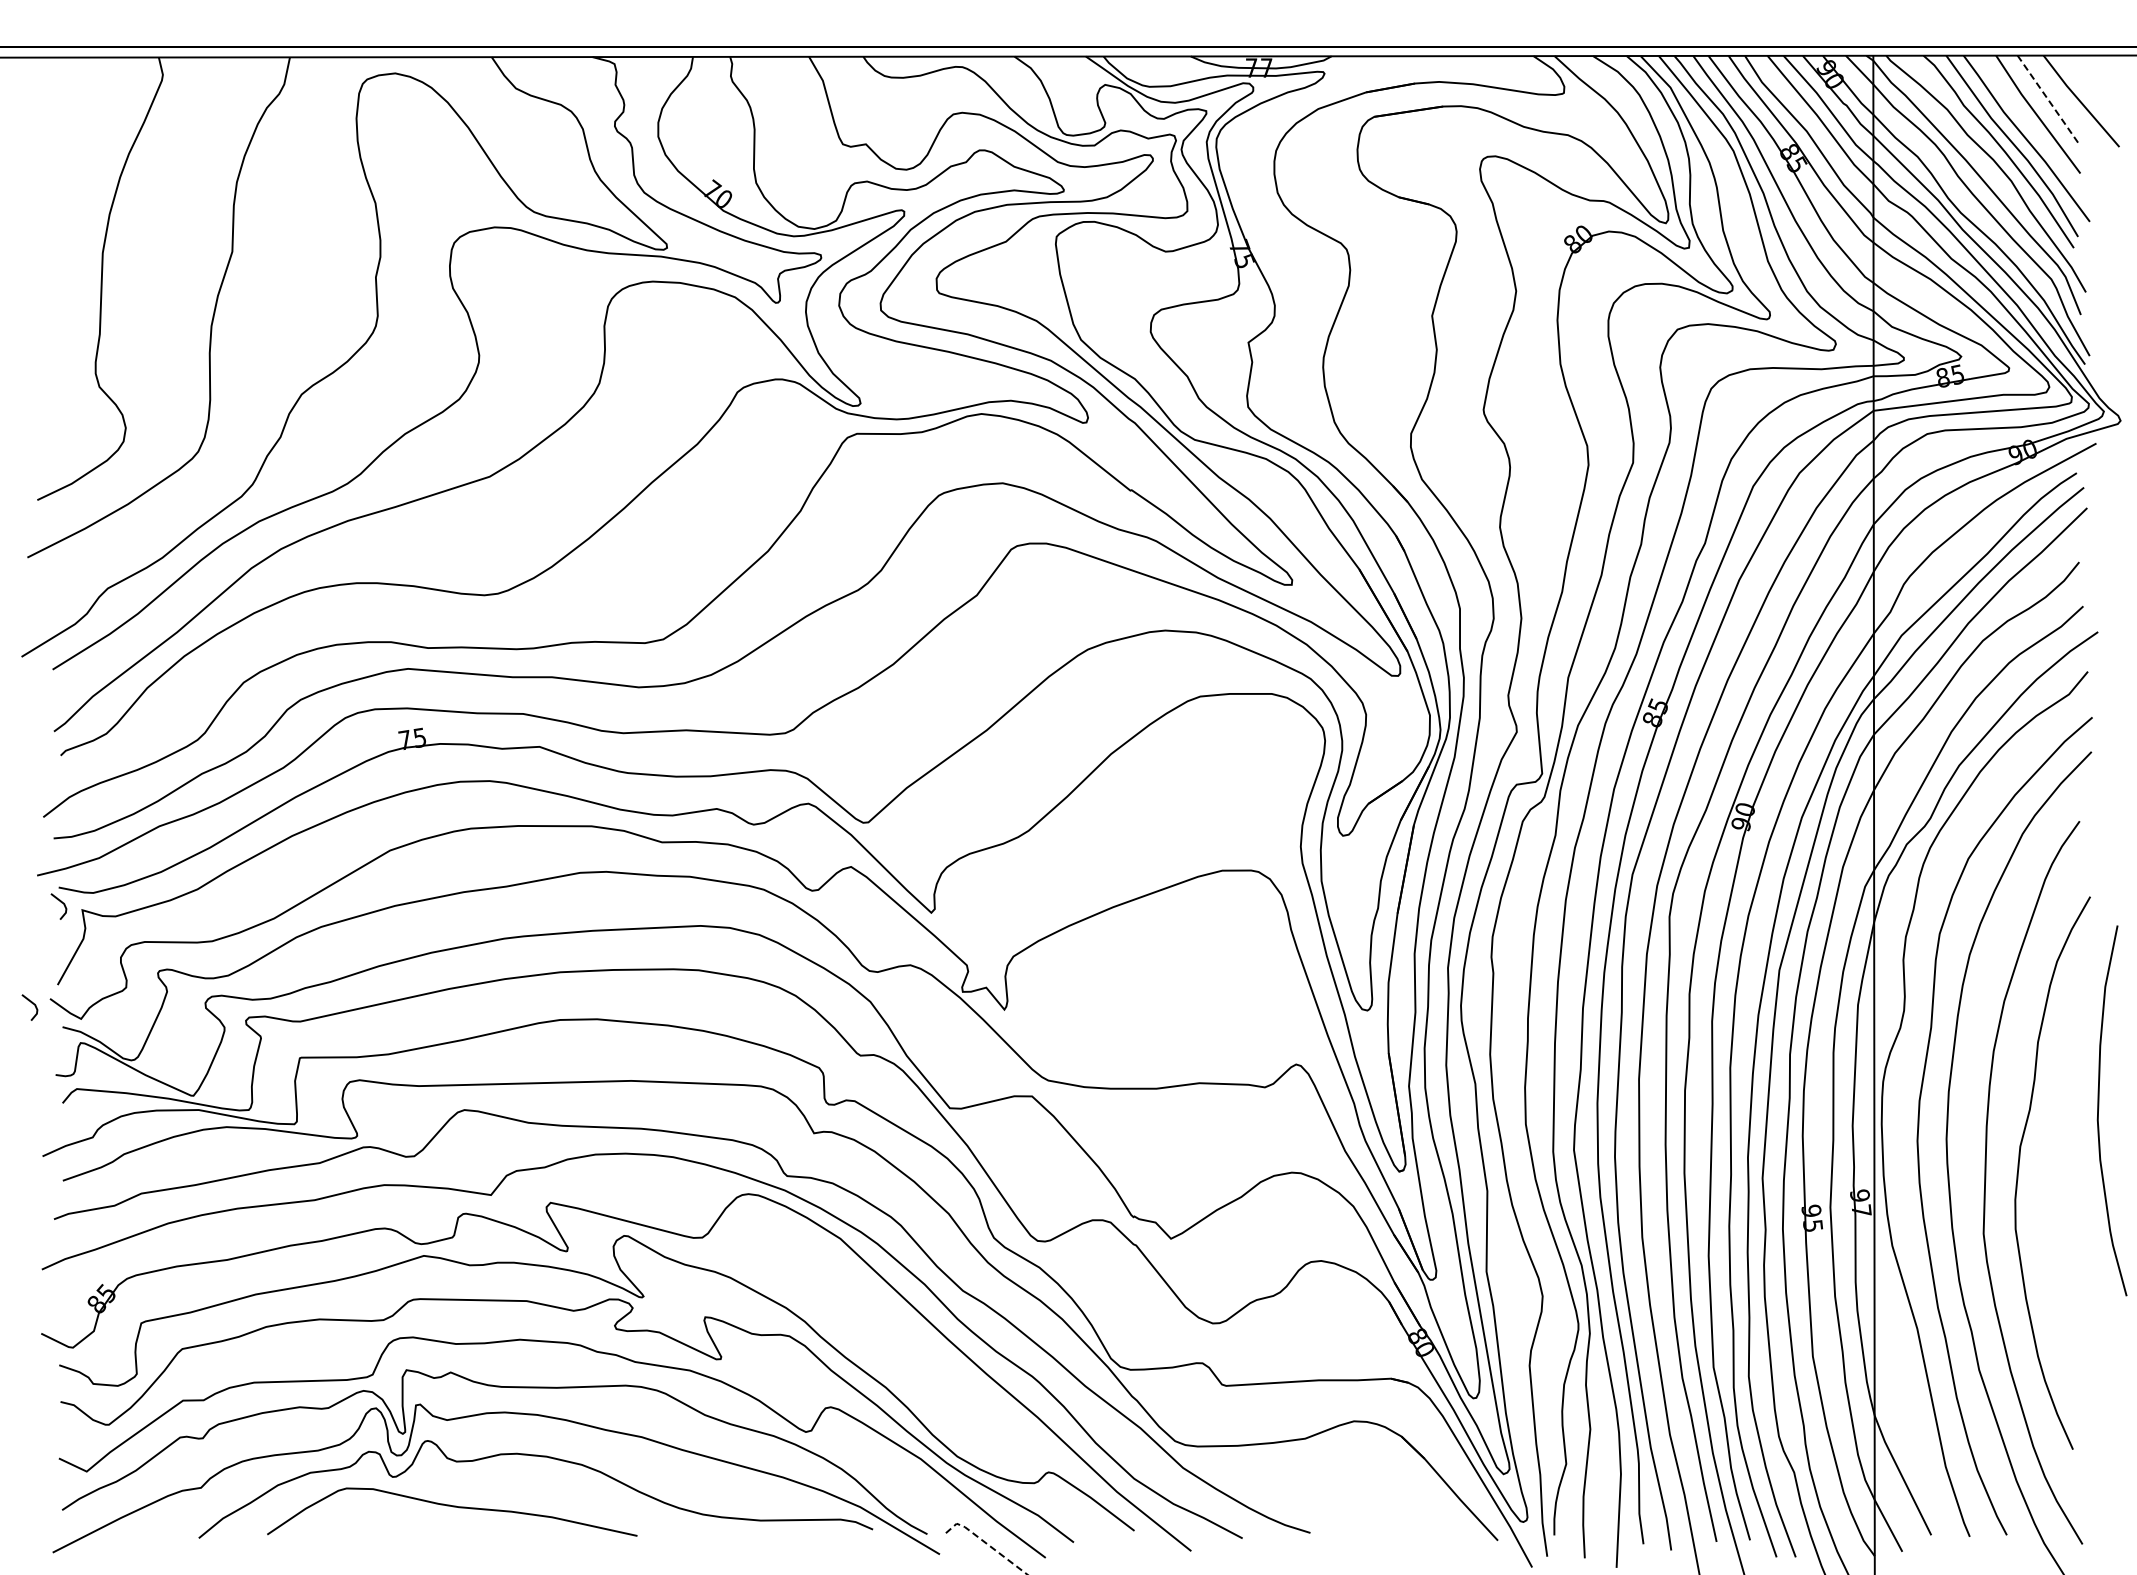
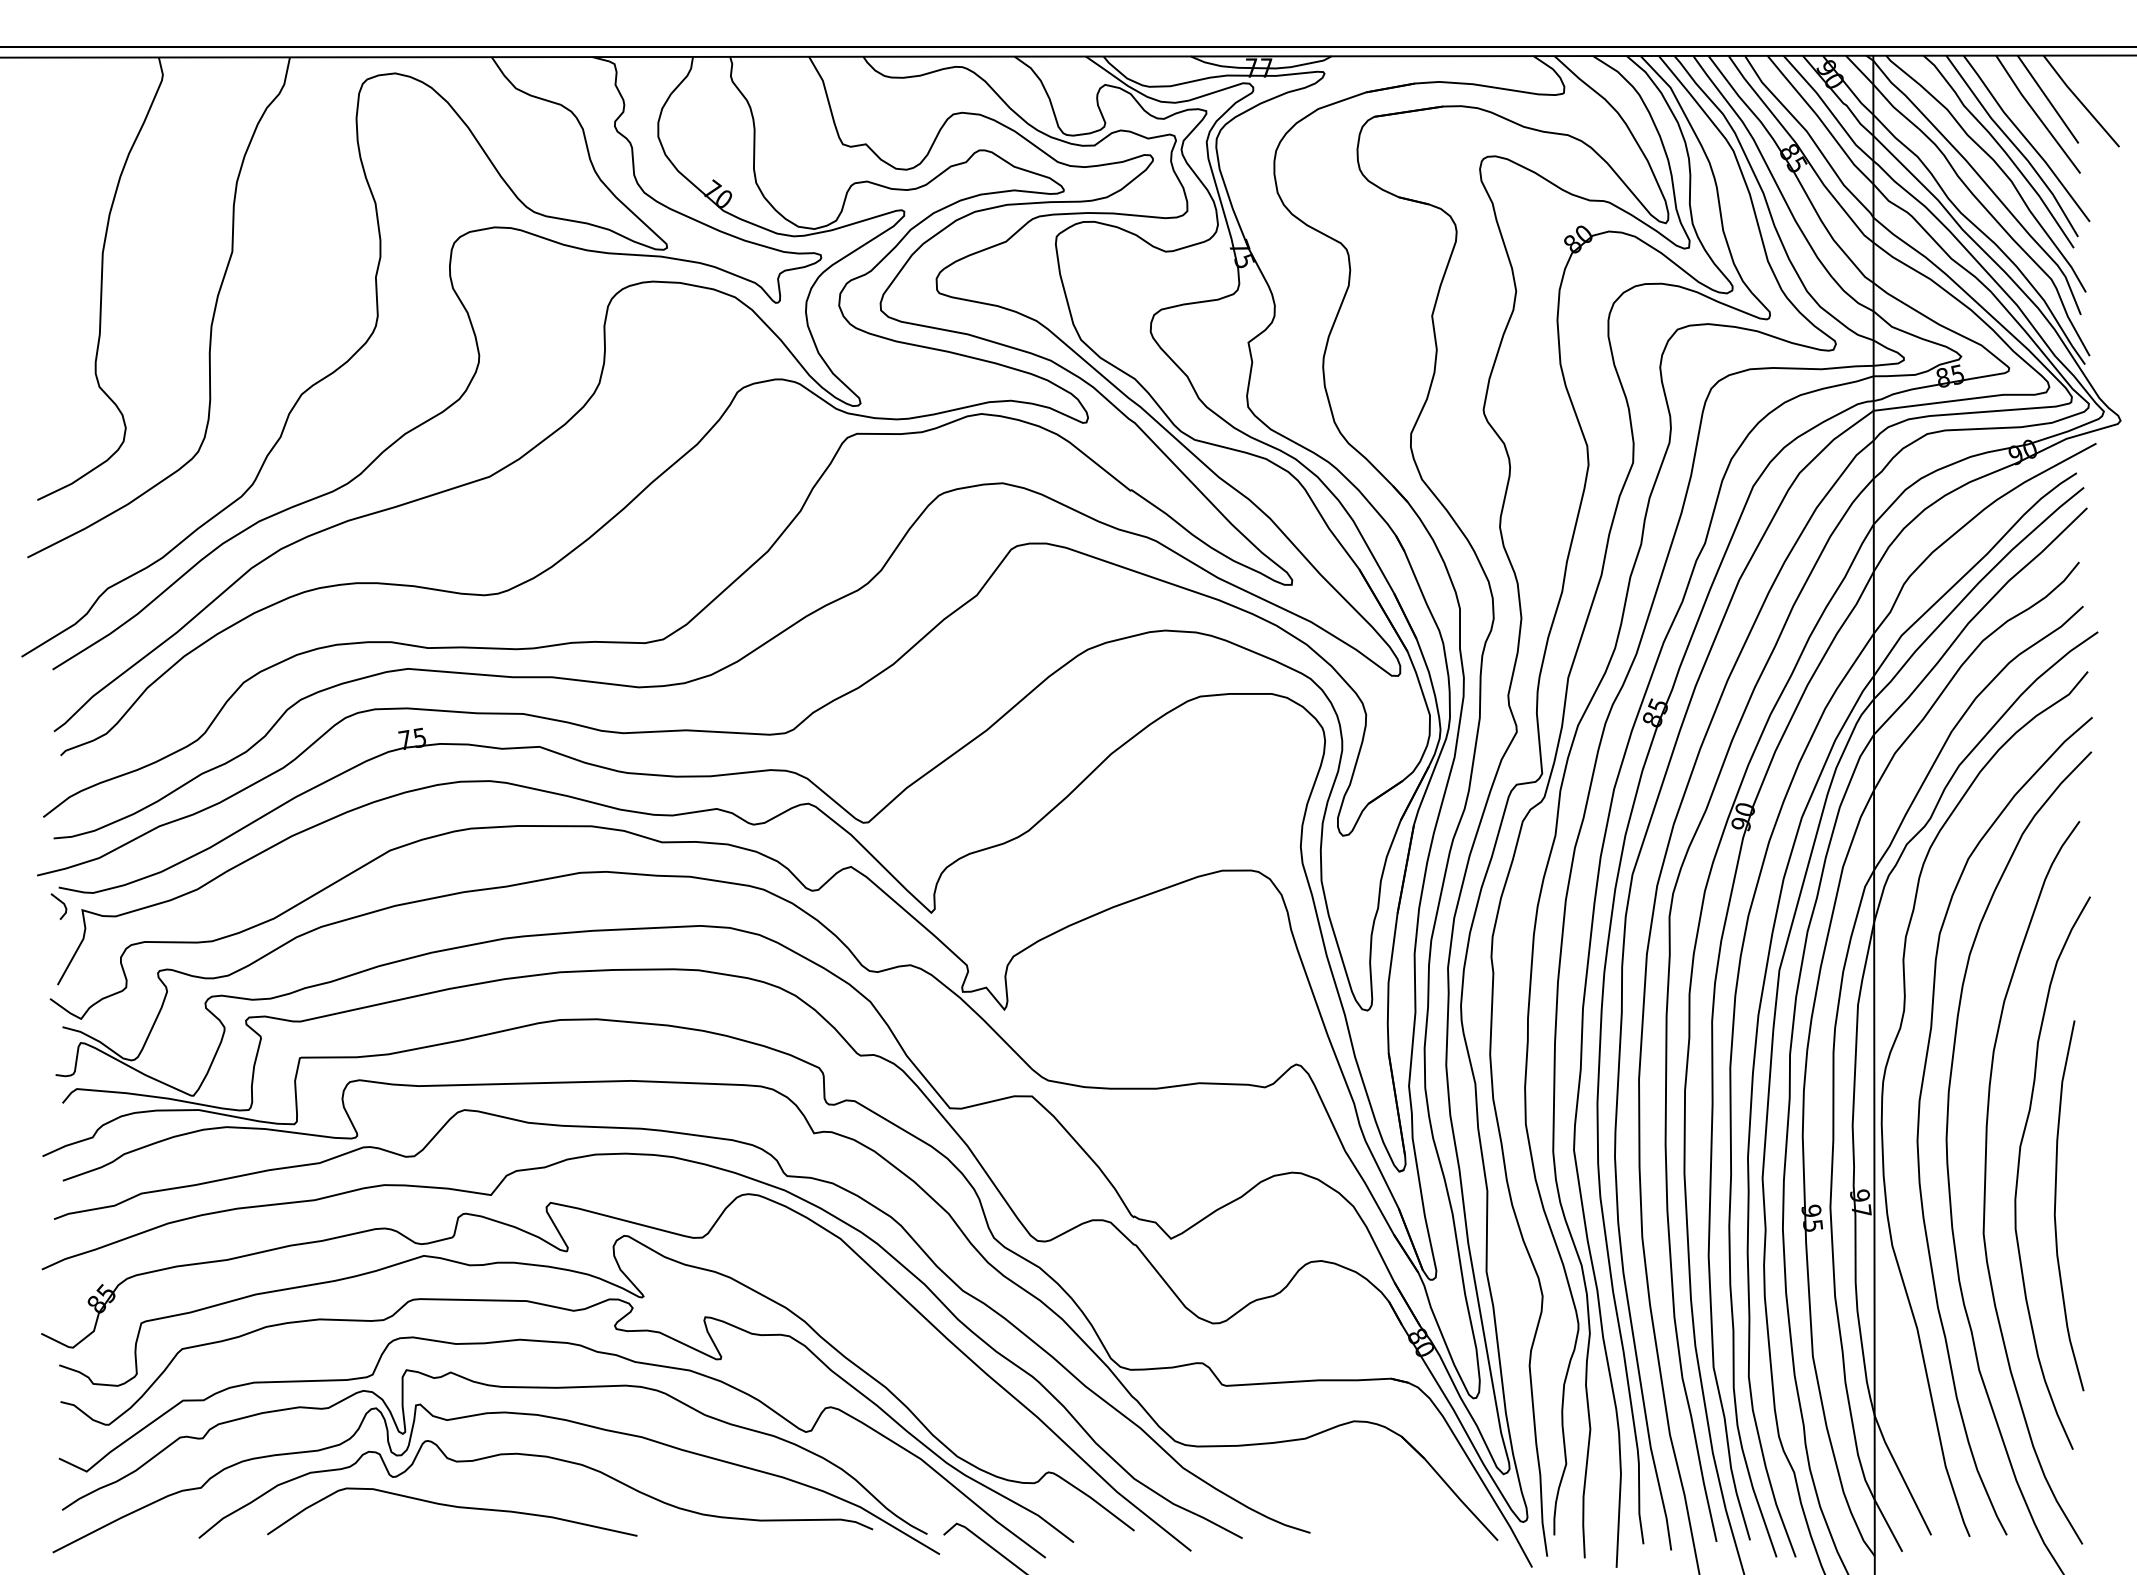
line at (2048, 99): dashed -> solid
line at (32, 1004): present -> none
curve at (2099, 1108) position: (2099, 1108) -> (2056, 1203)
line at (984, 1542): dashed -> solid
